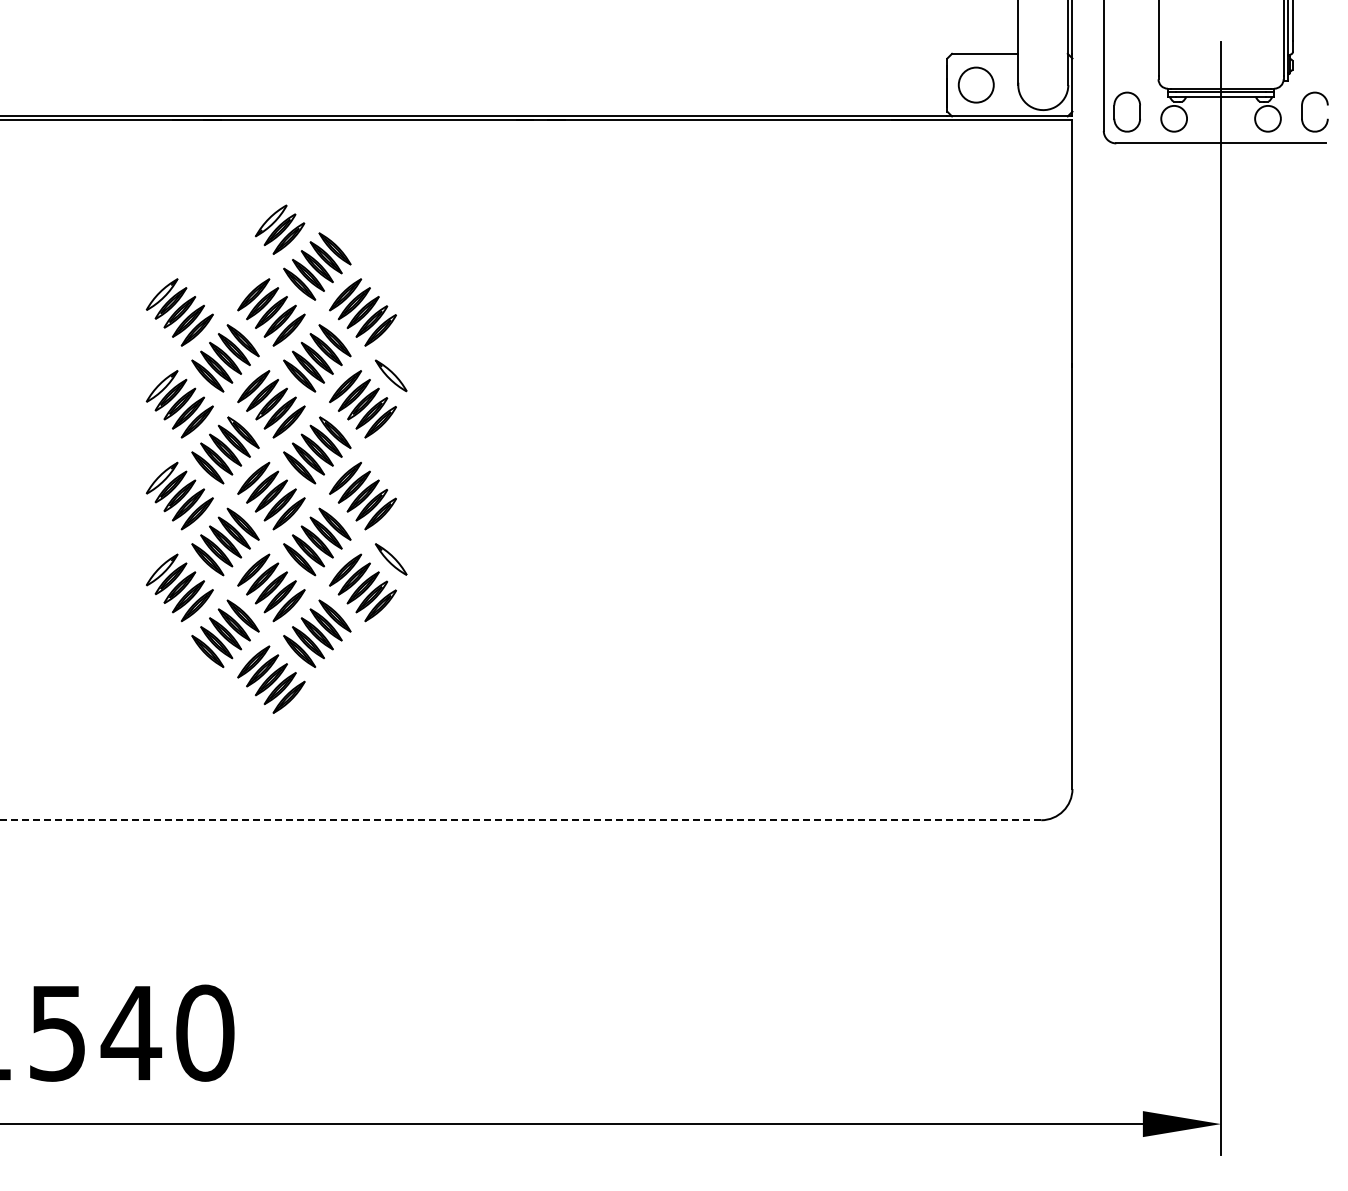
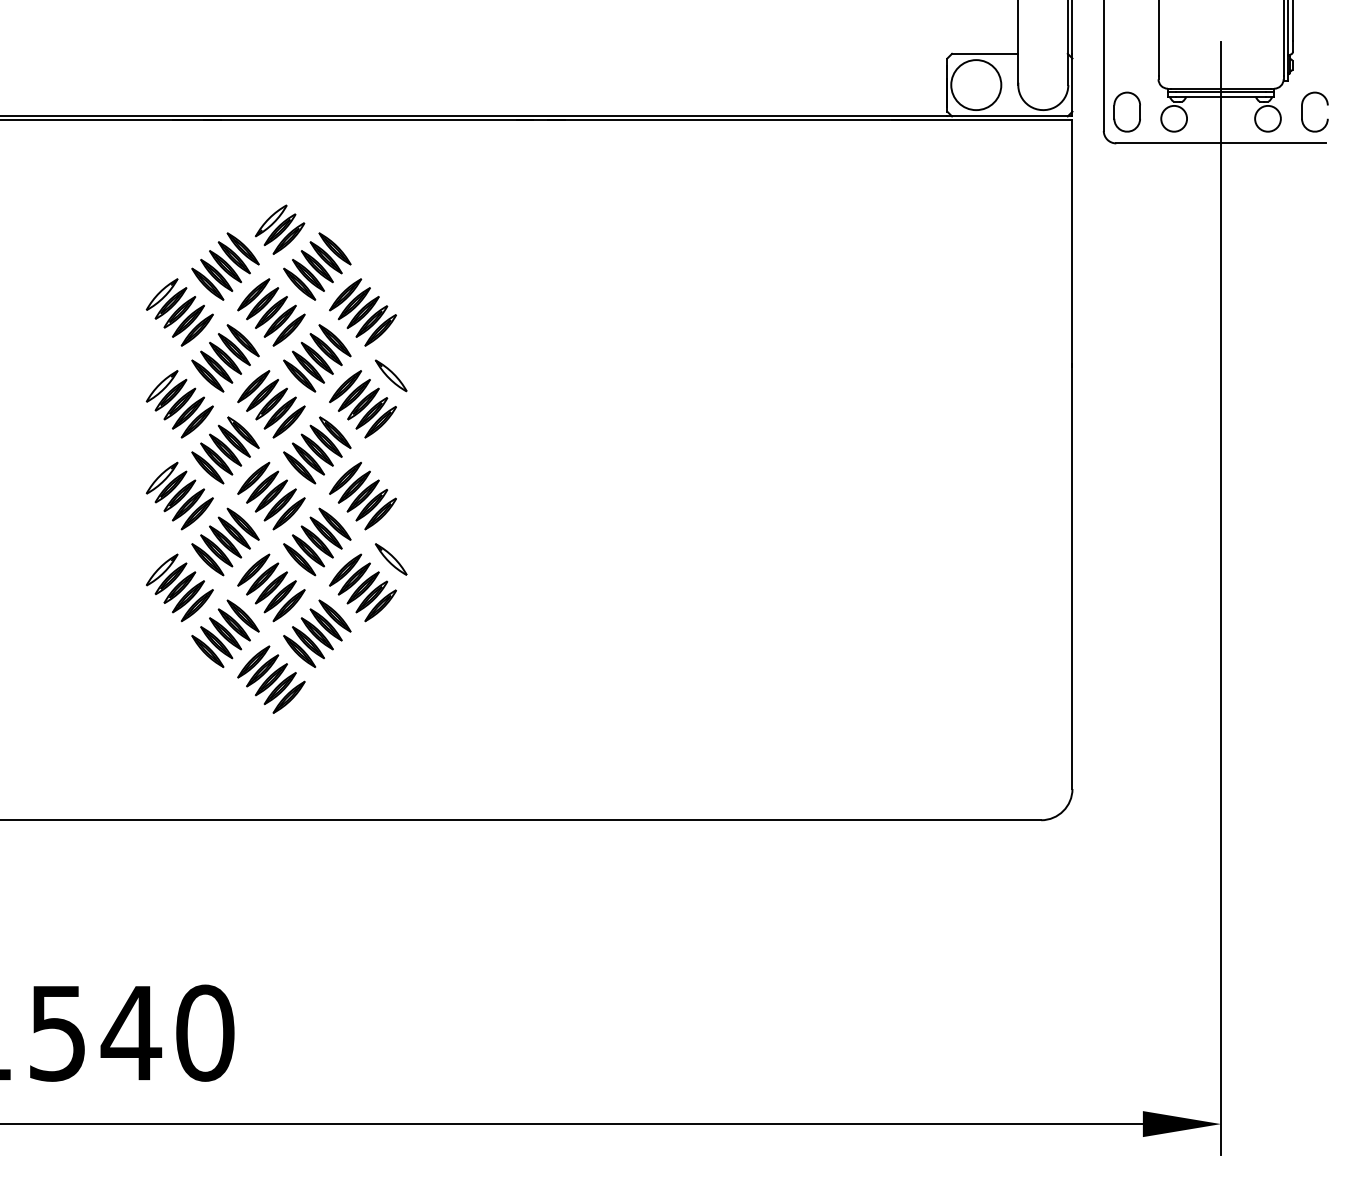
circle at (975, 84) diameter: 35 px -> 50 px
part at (225, 266): none -> present
line at (521, 820): dashed -> solid
